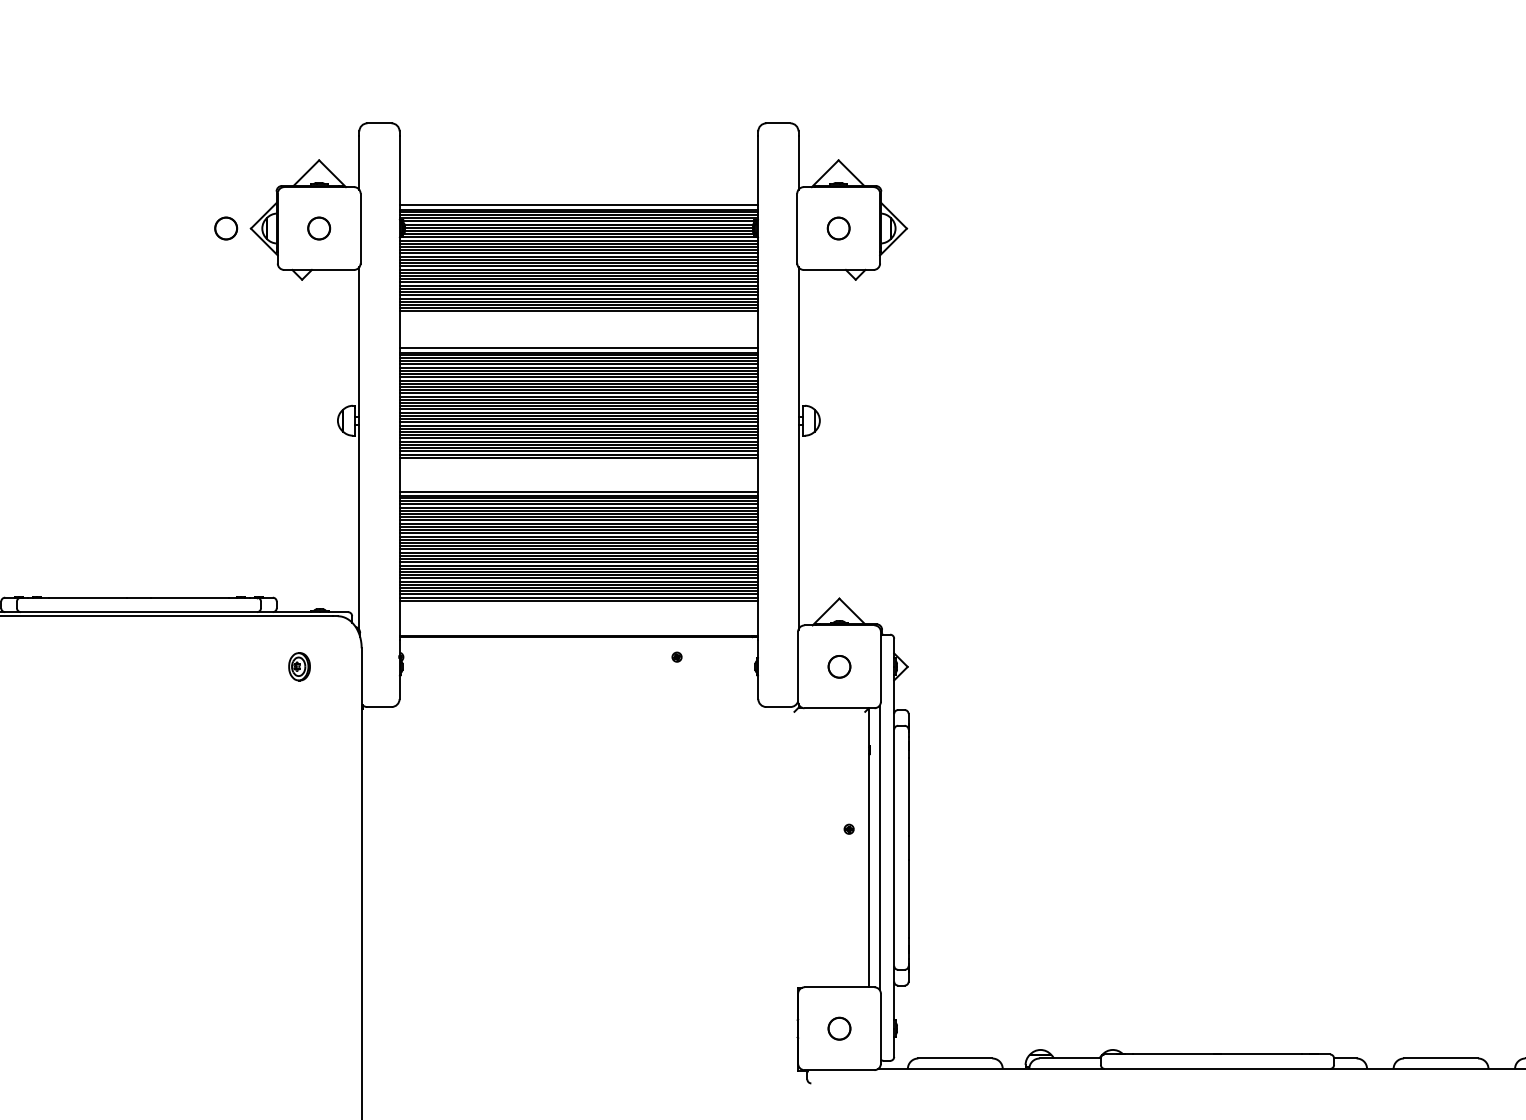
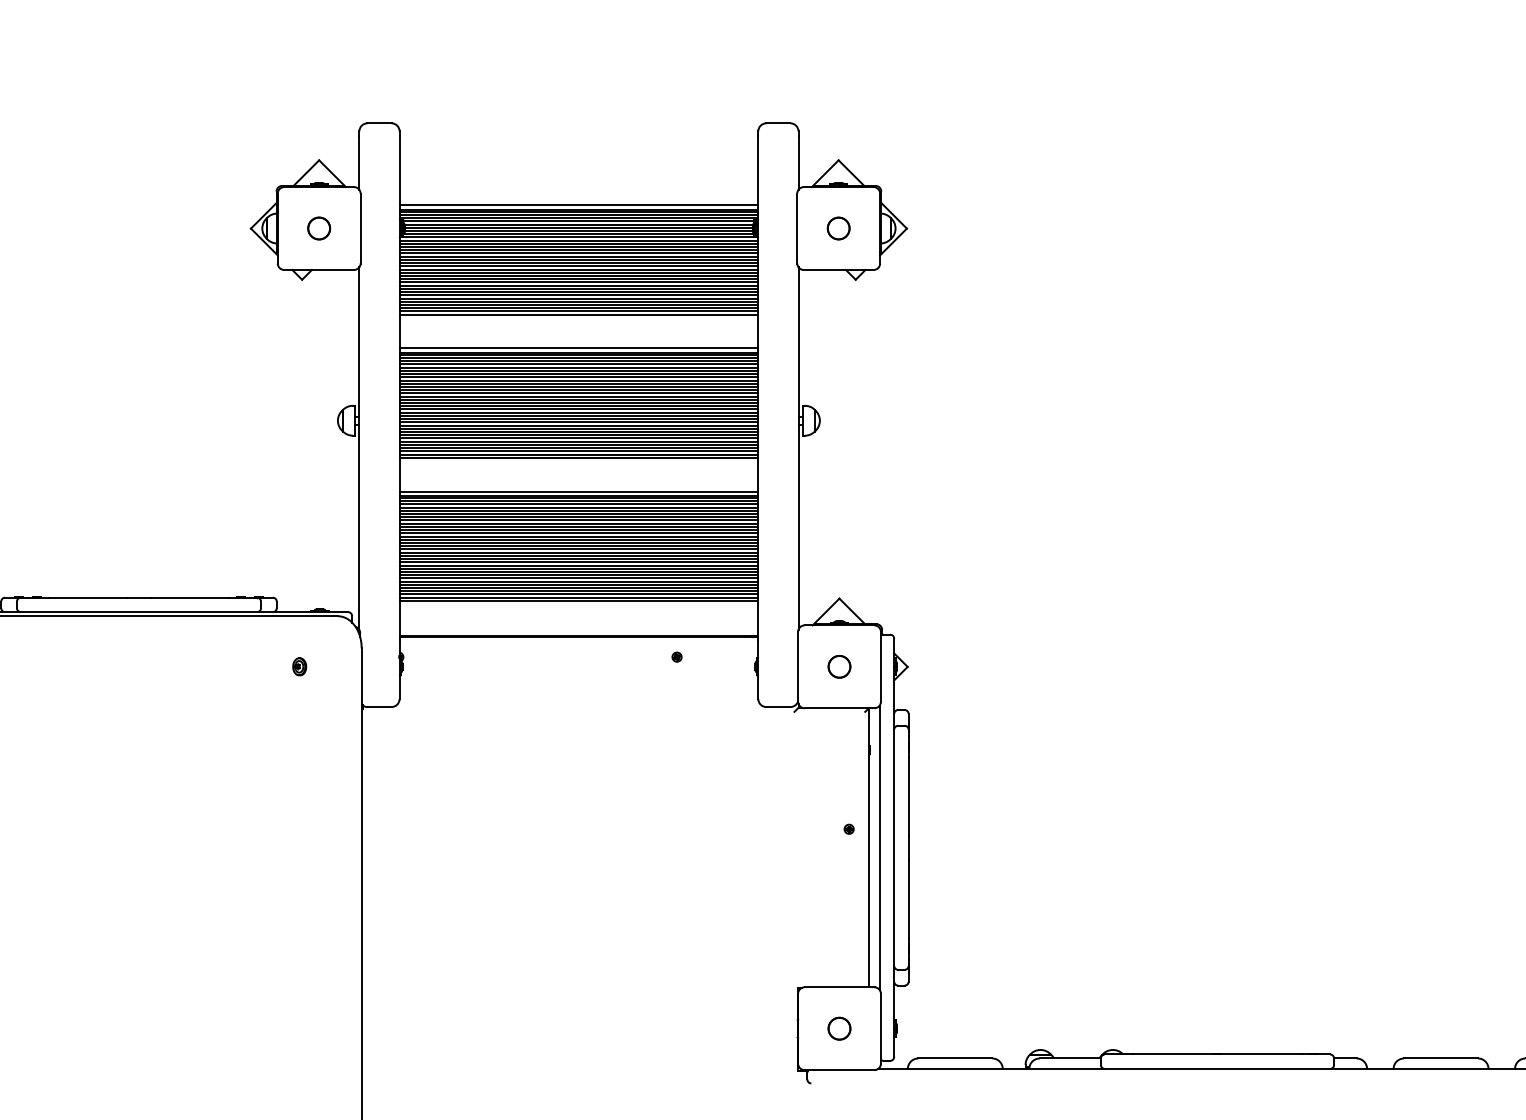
circle at (226, 228): present -> none
line at (578, 314): none -> present
part at (299, 666) size: 23x30 px -> 16x20 px
